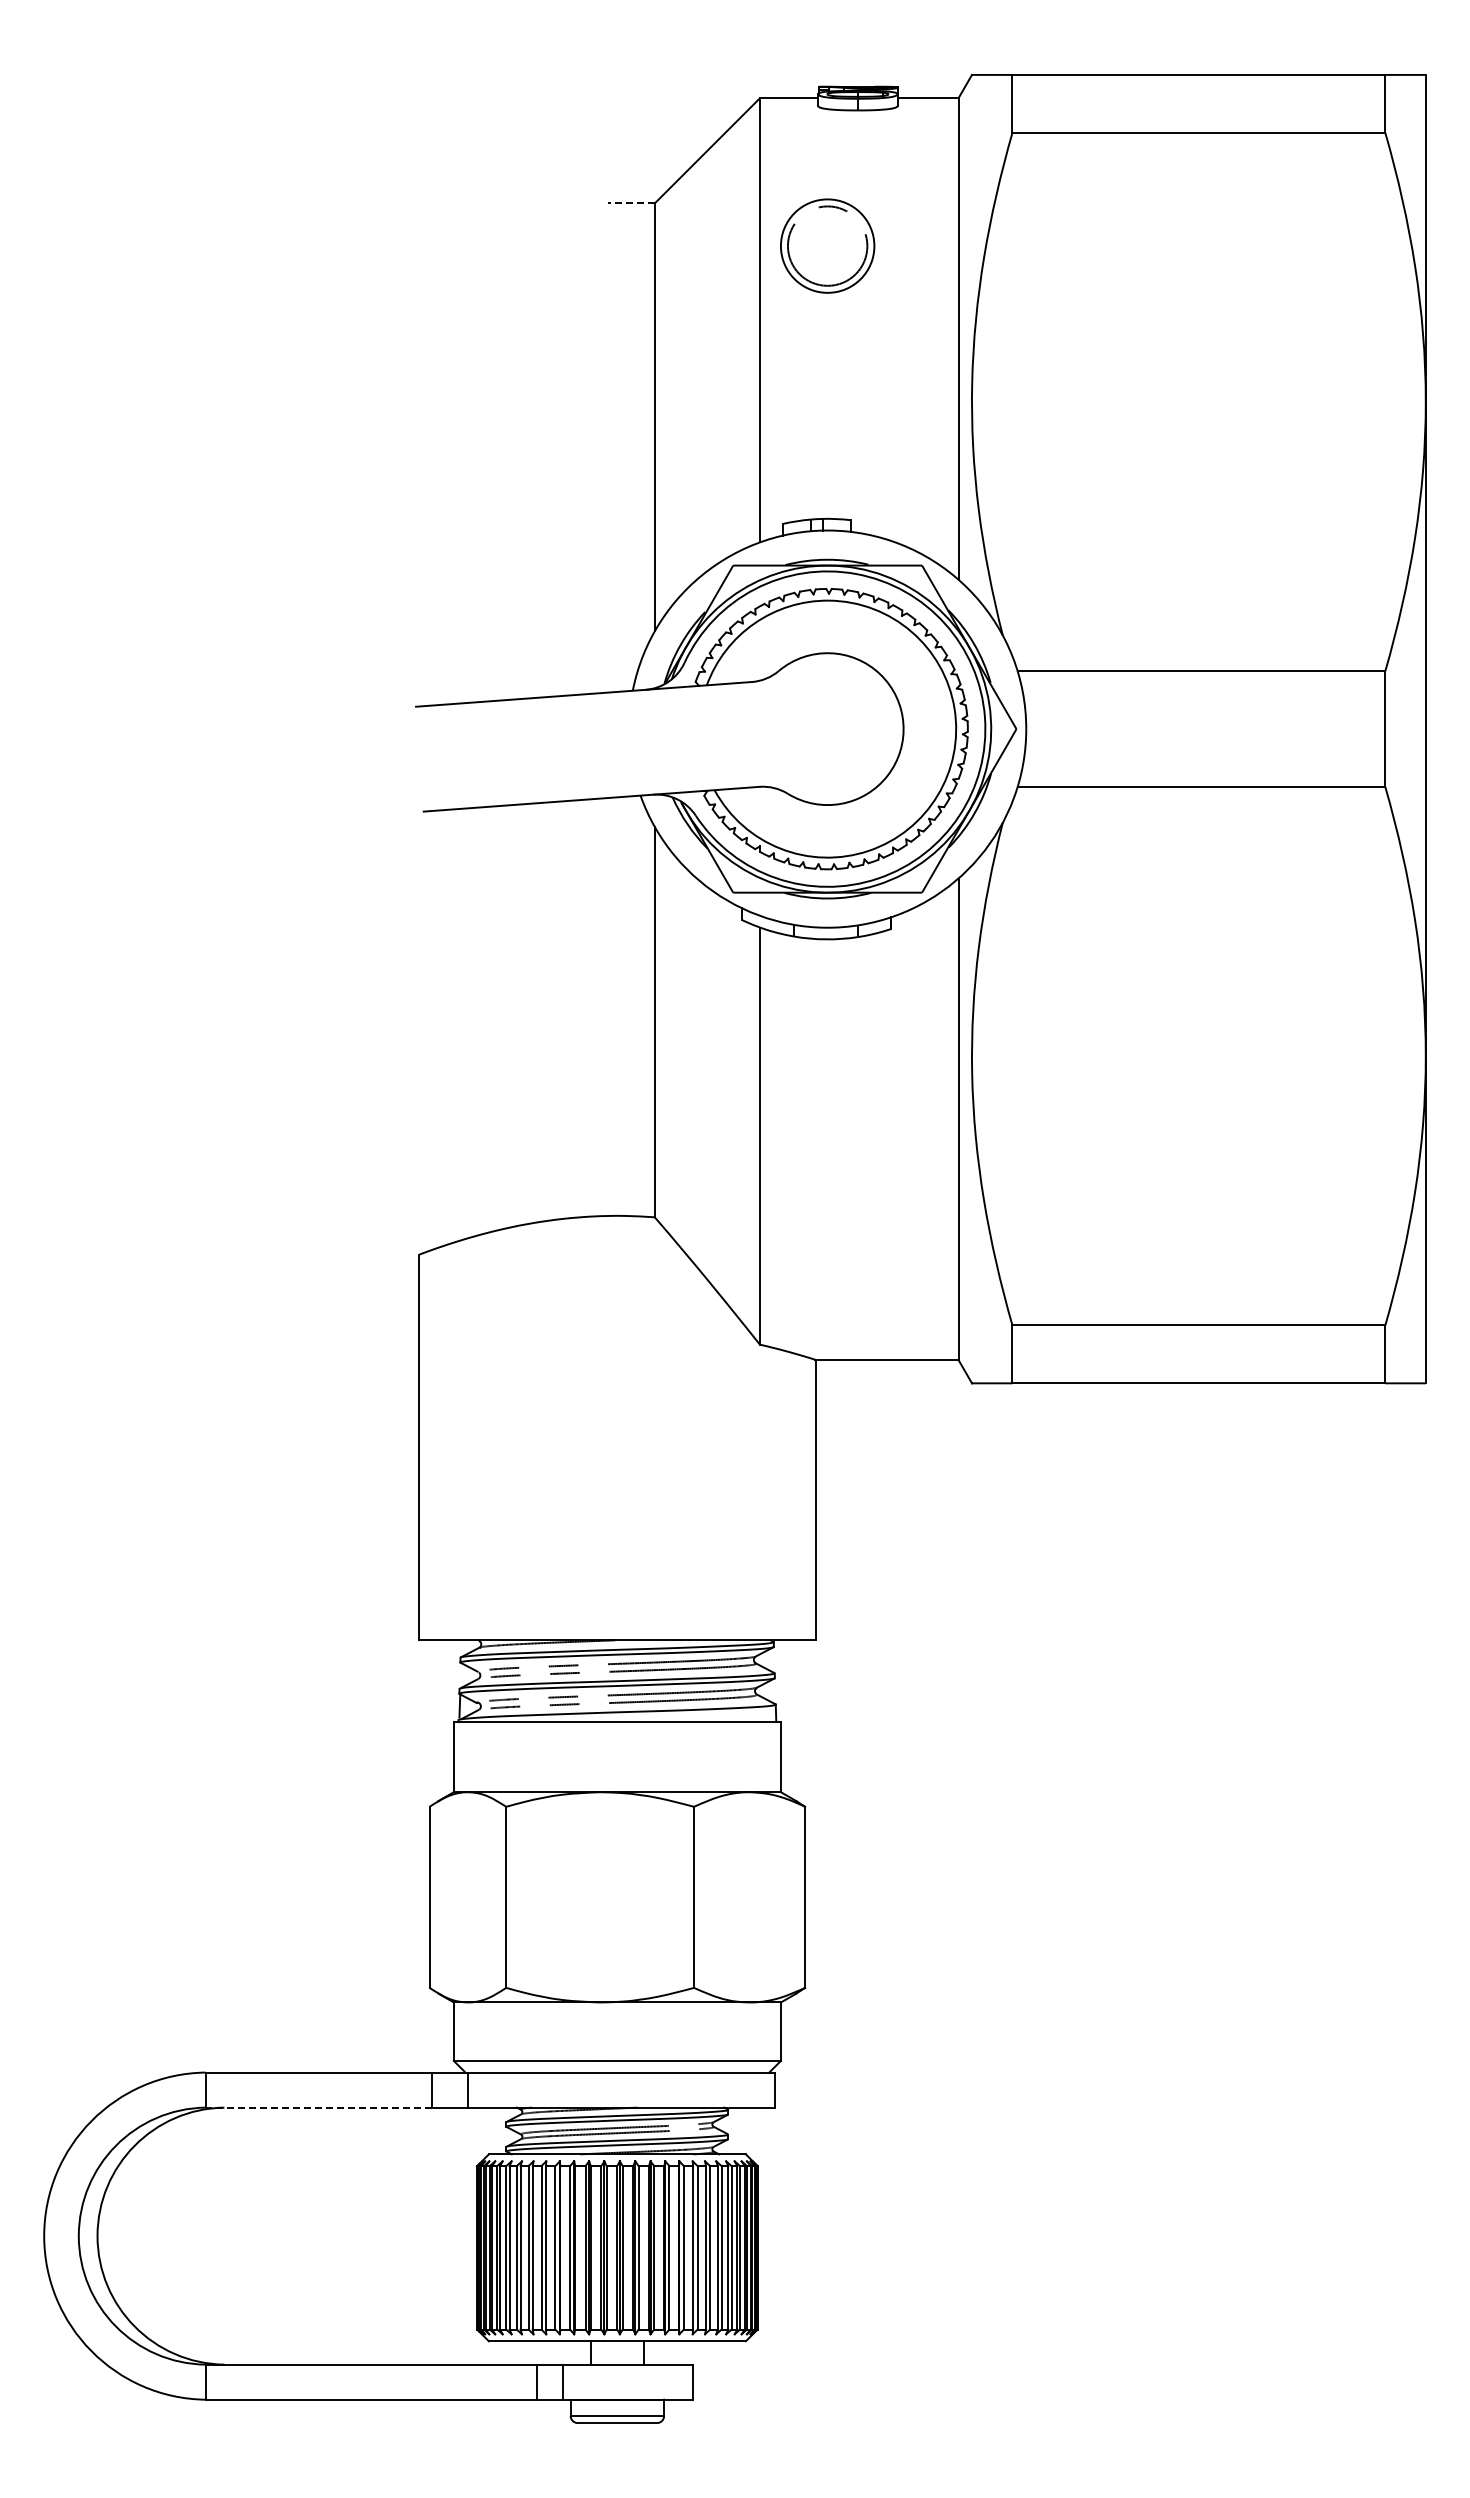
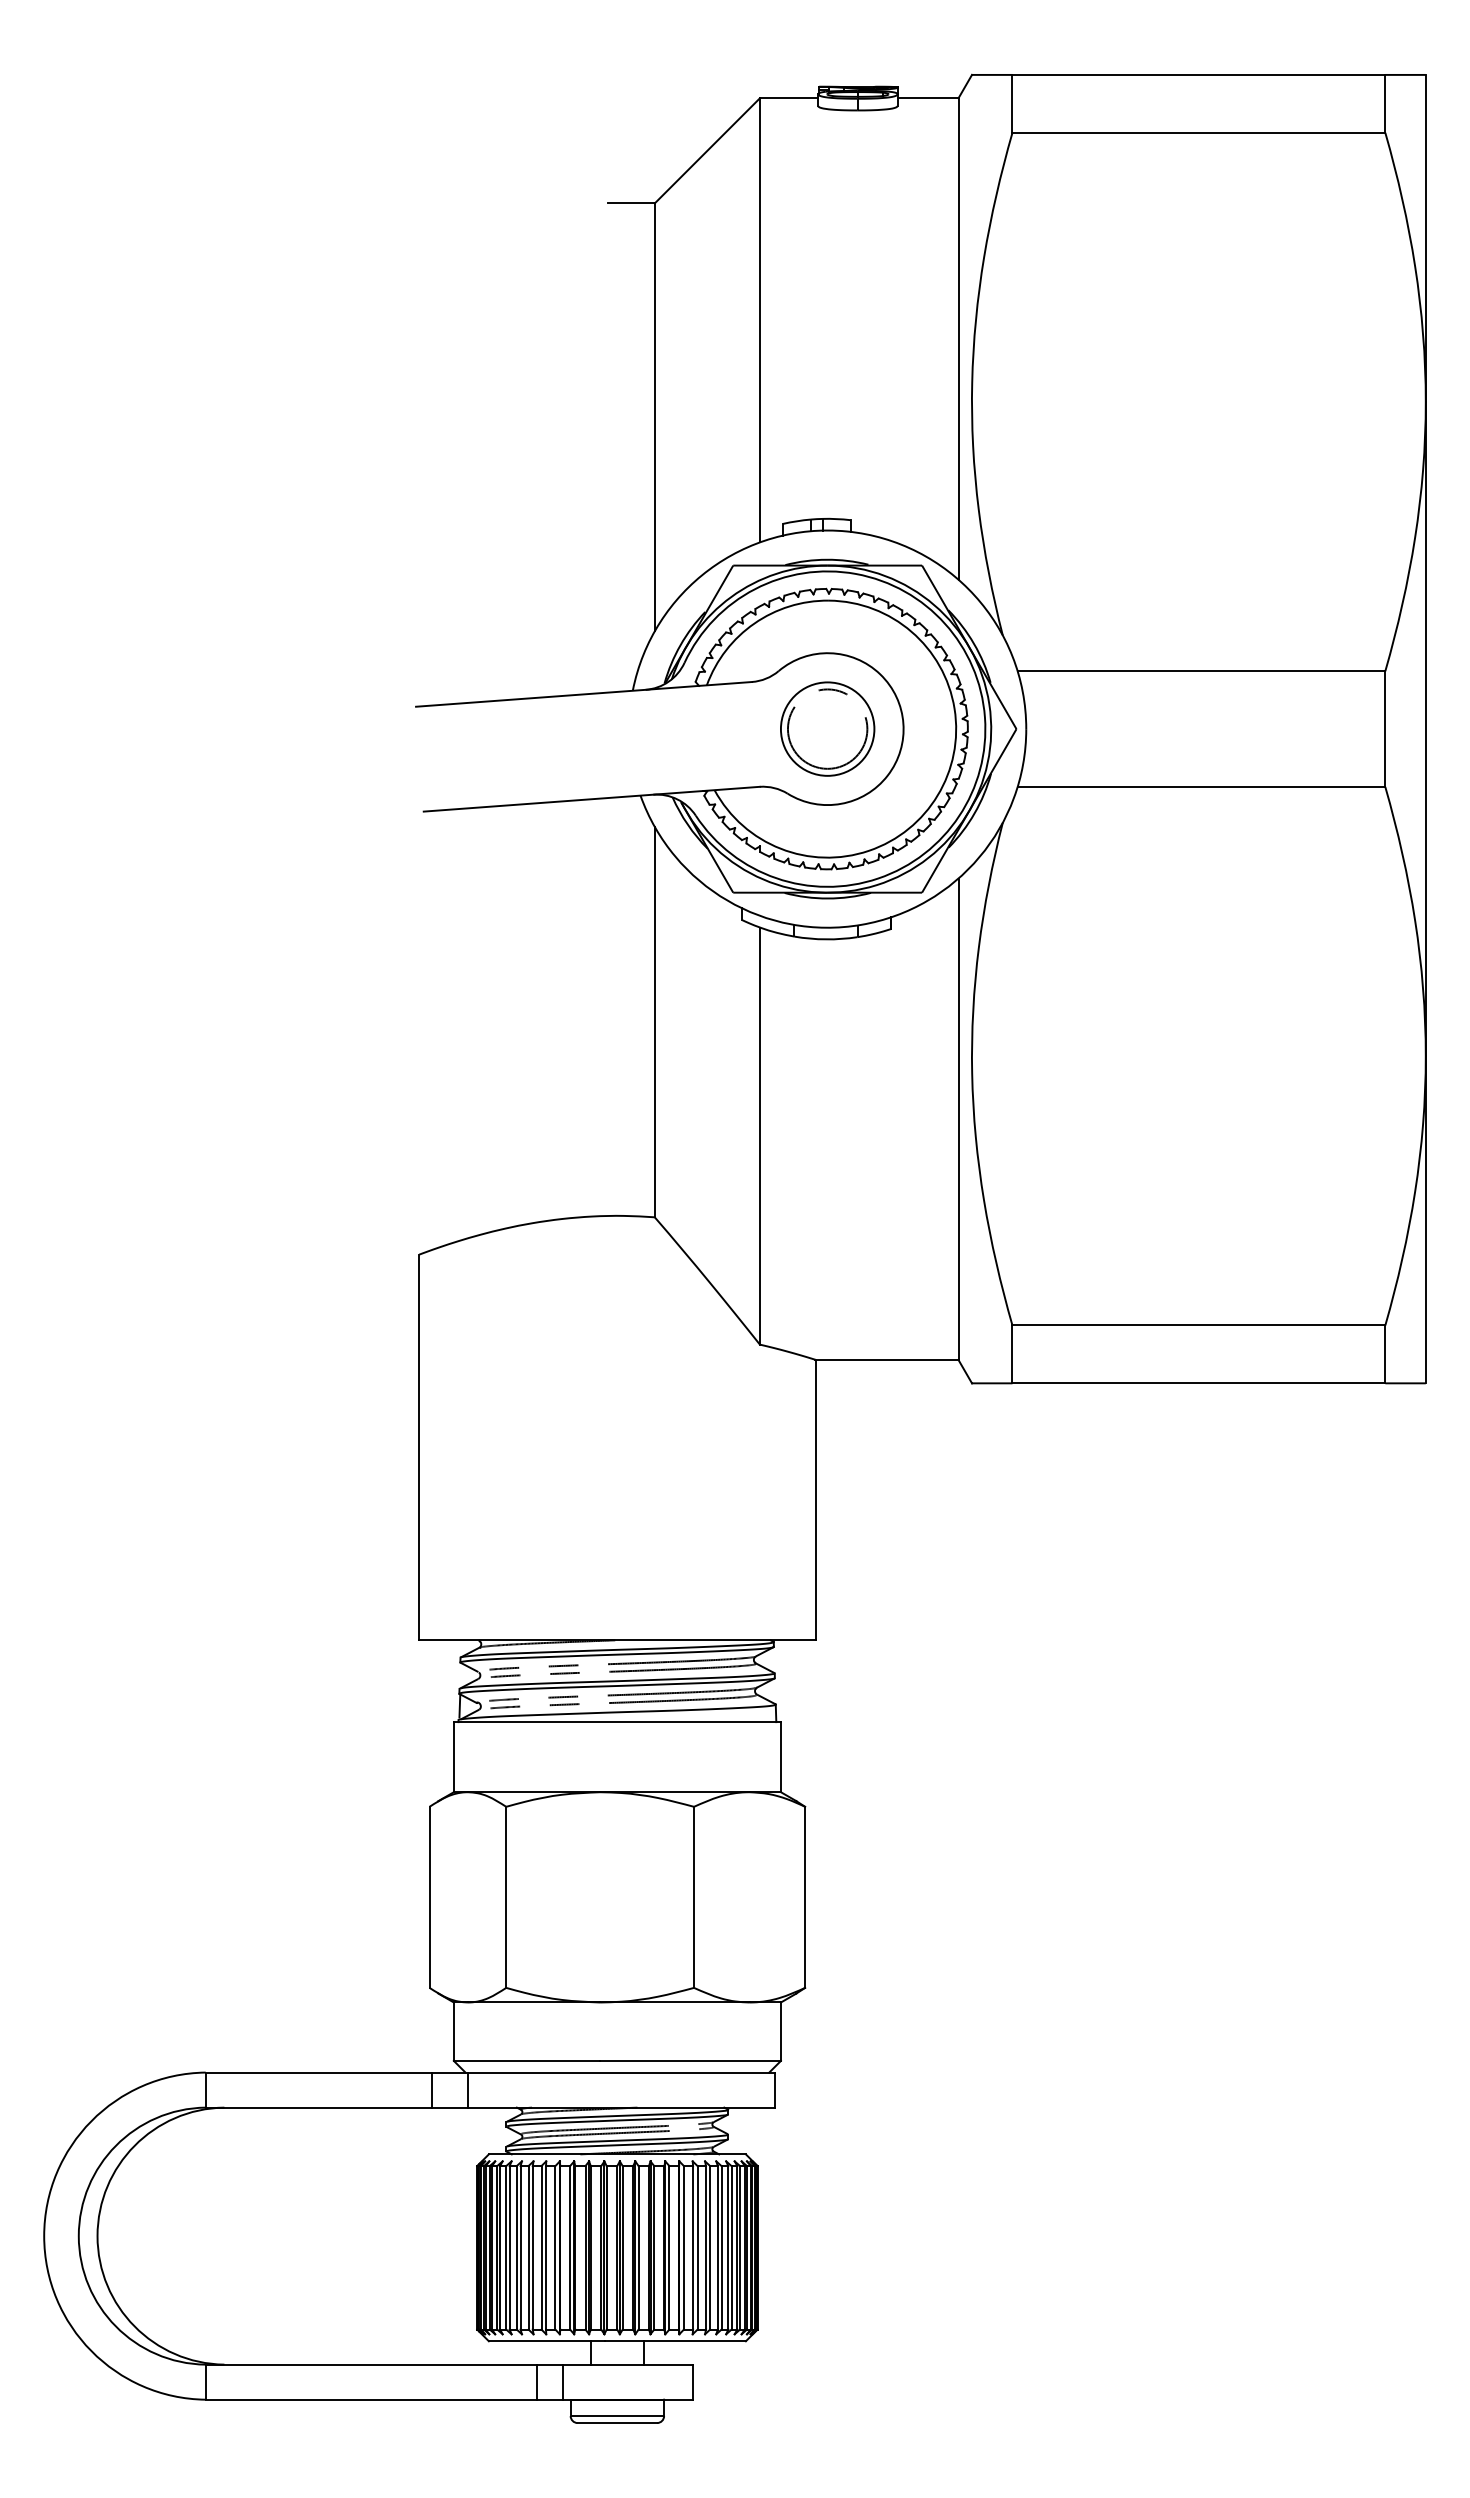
line at (630, 203): dashed -> solid
part at (827, 245) position: (827, 245) -> (827, 728)
line at (318, 2107): dashed -> solid
